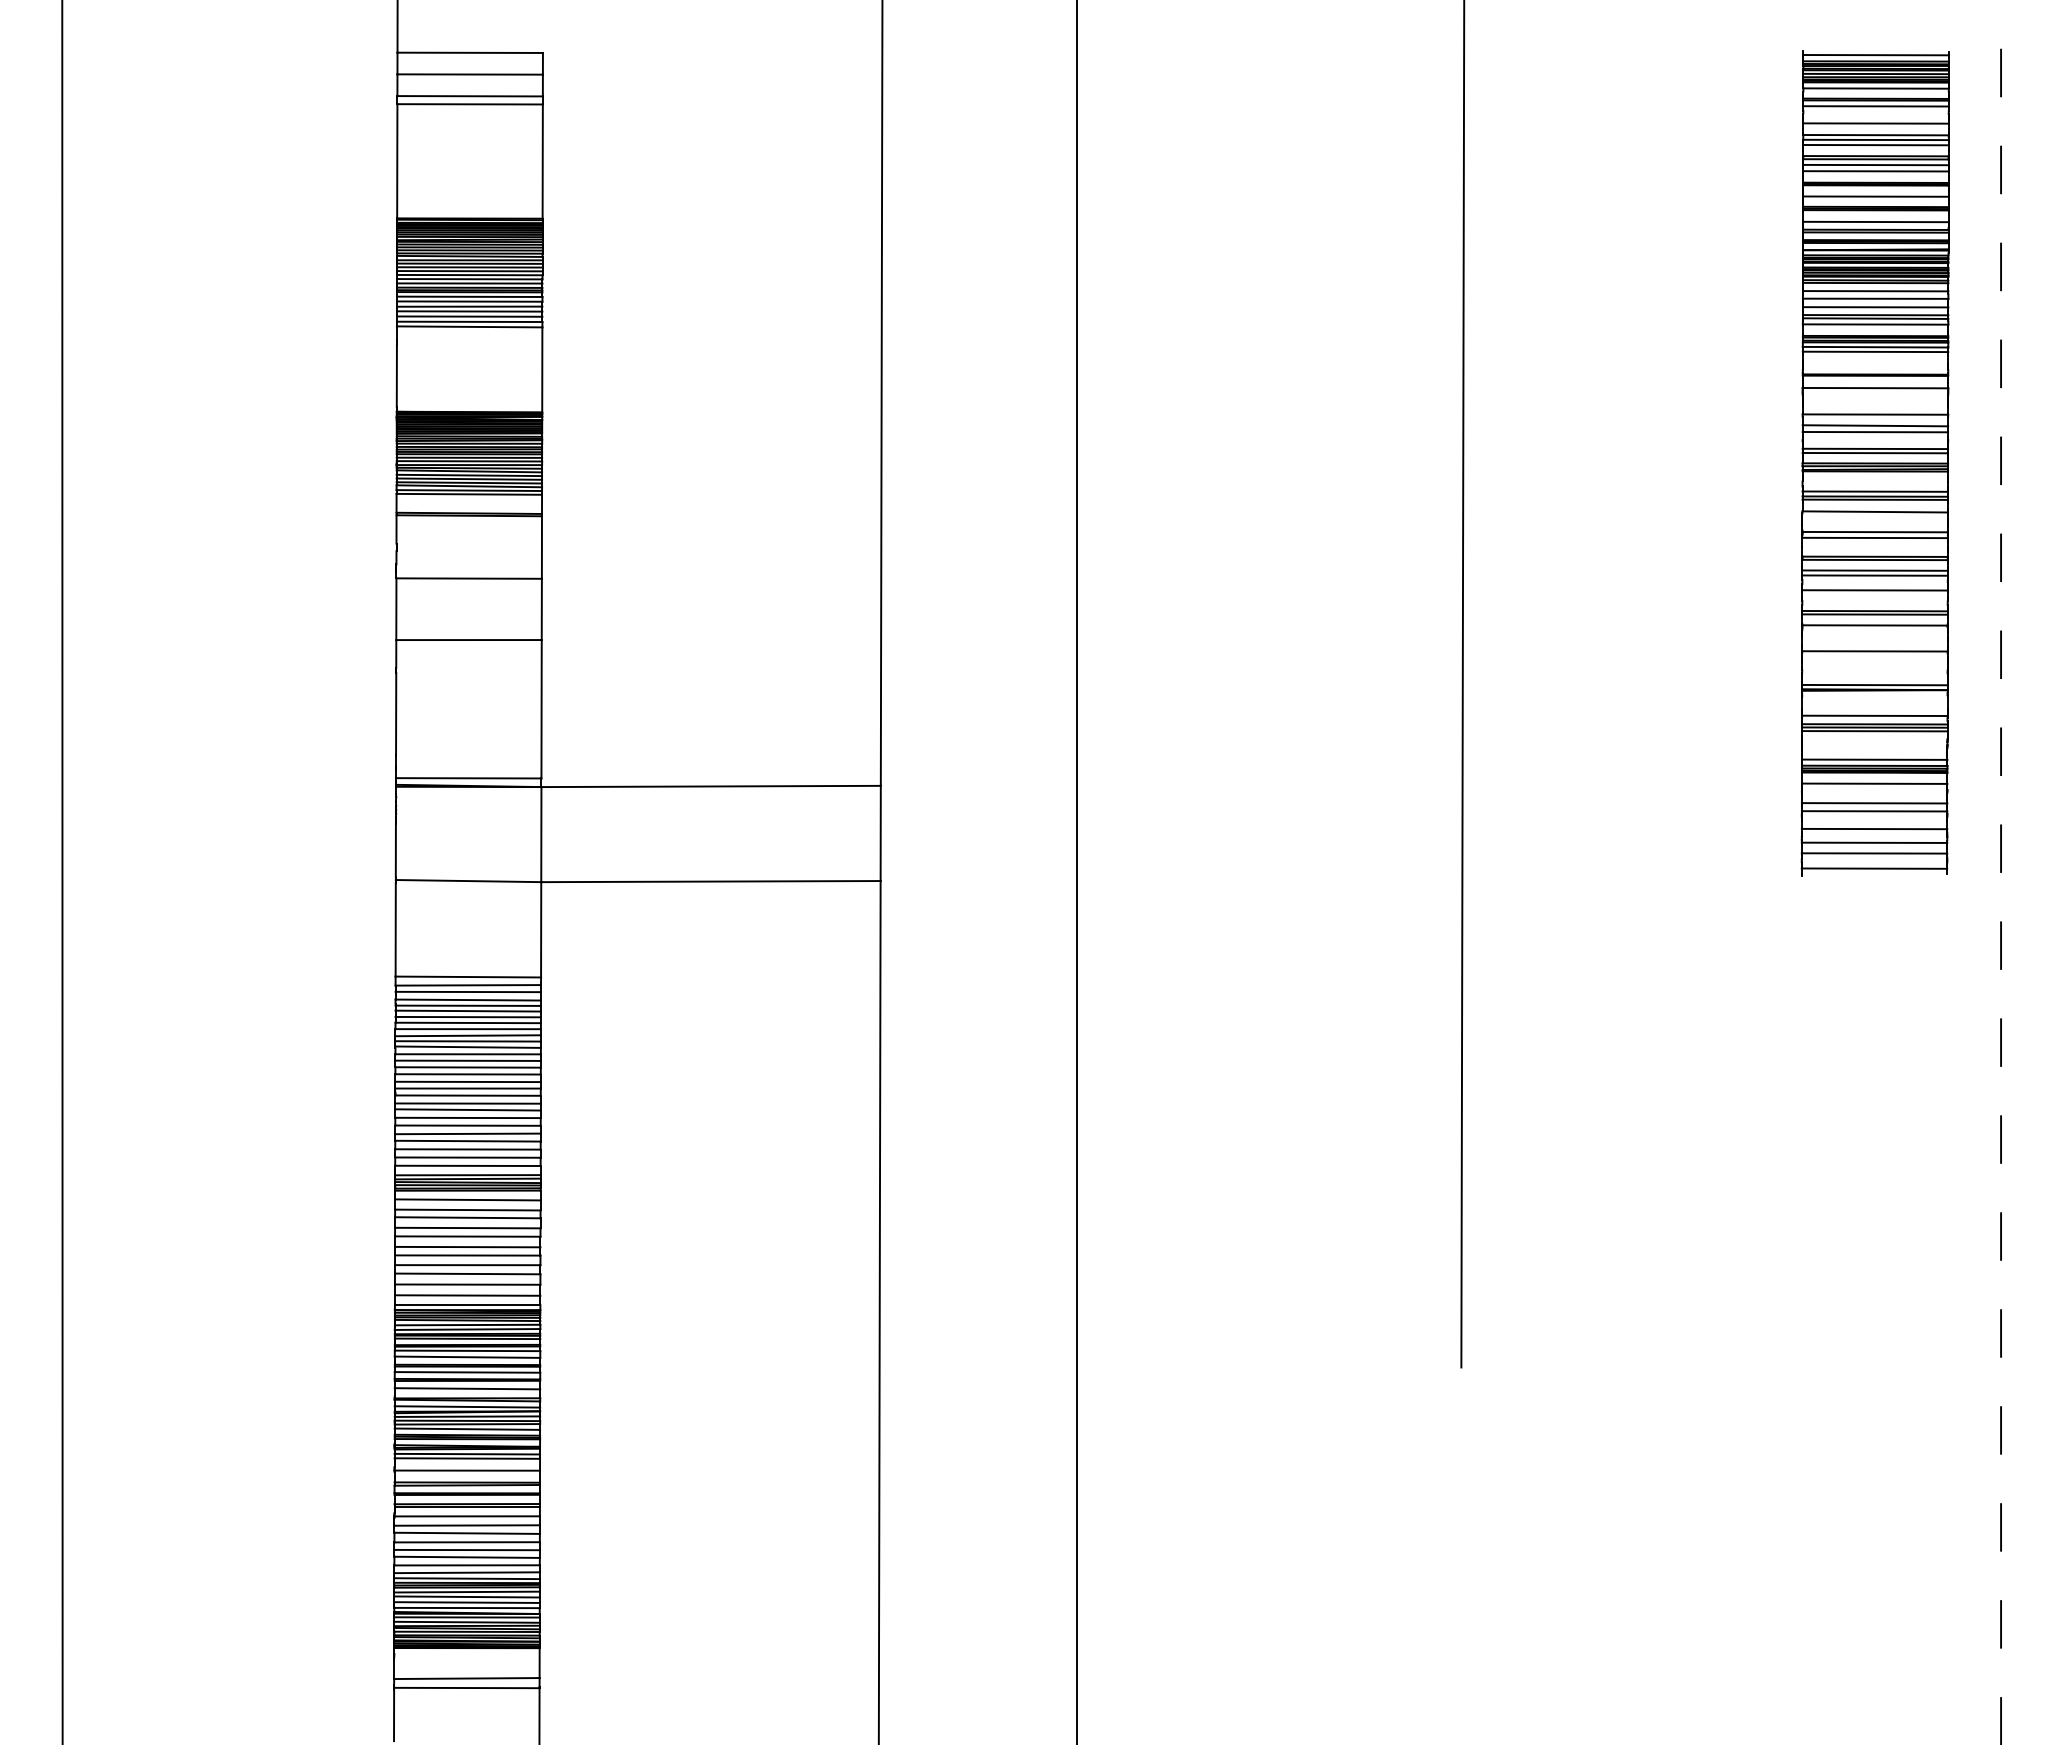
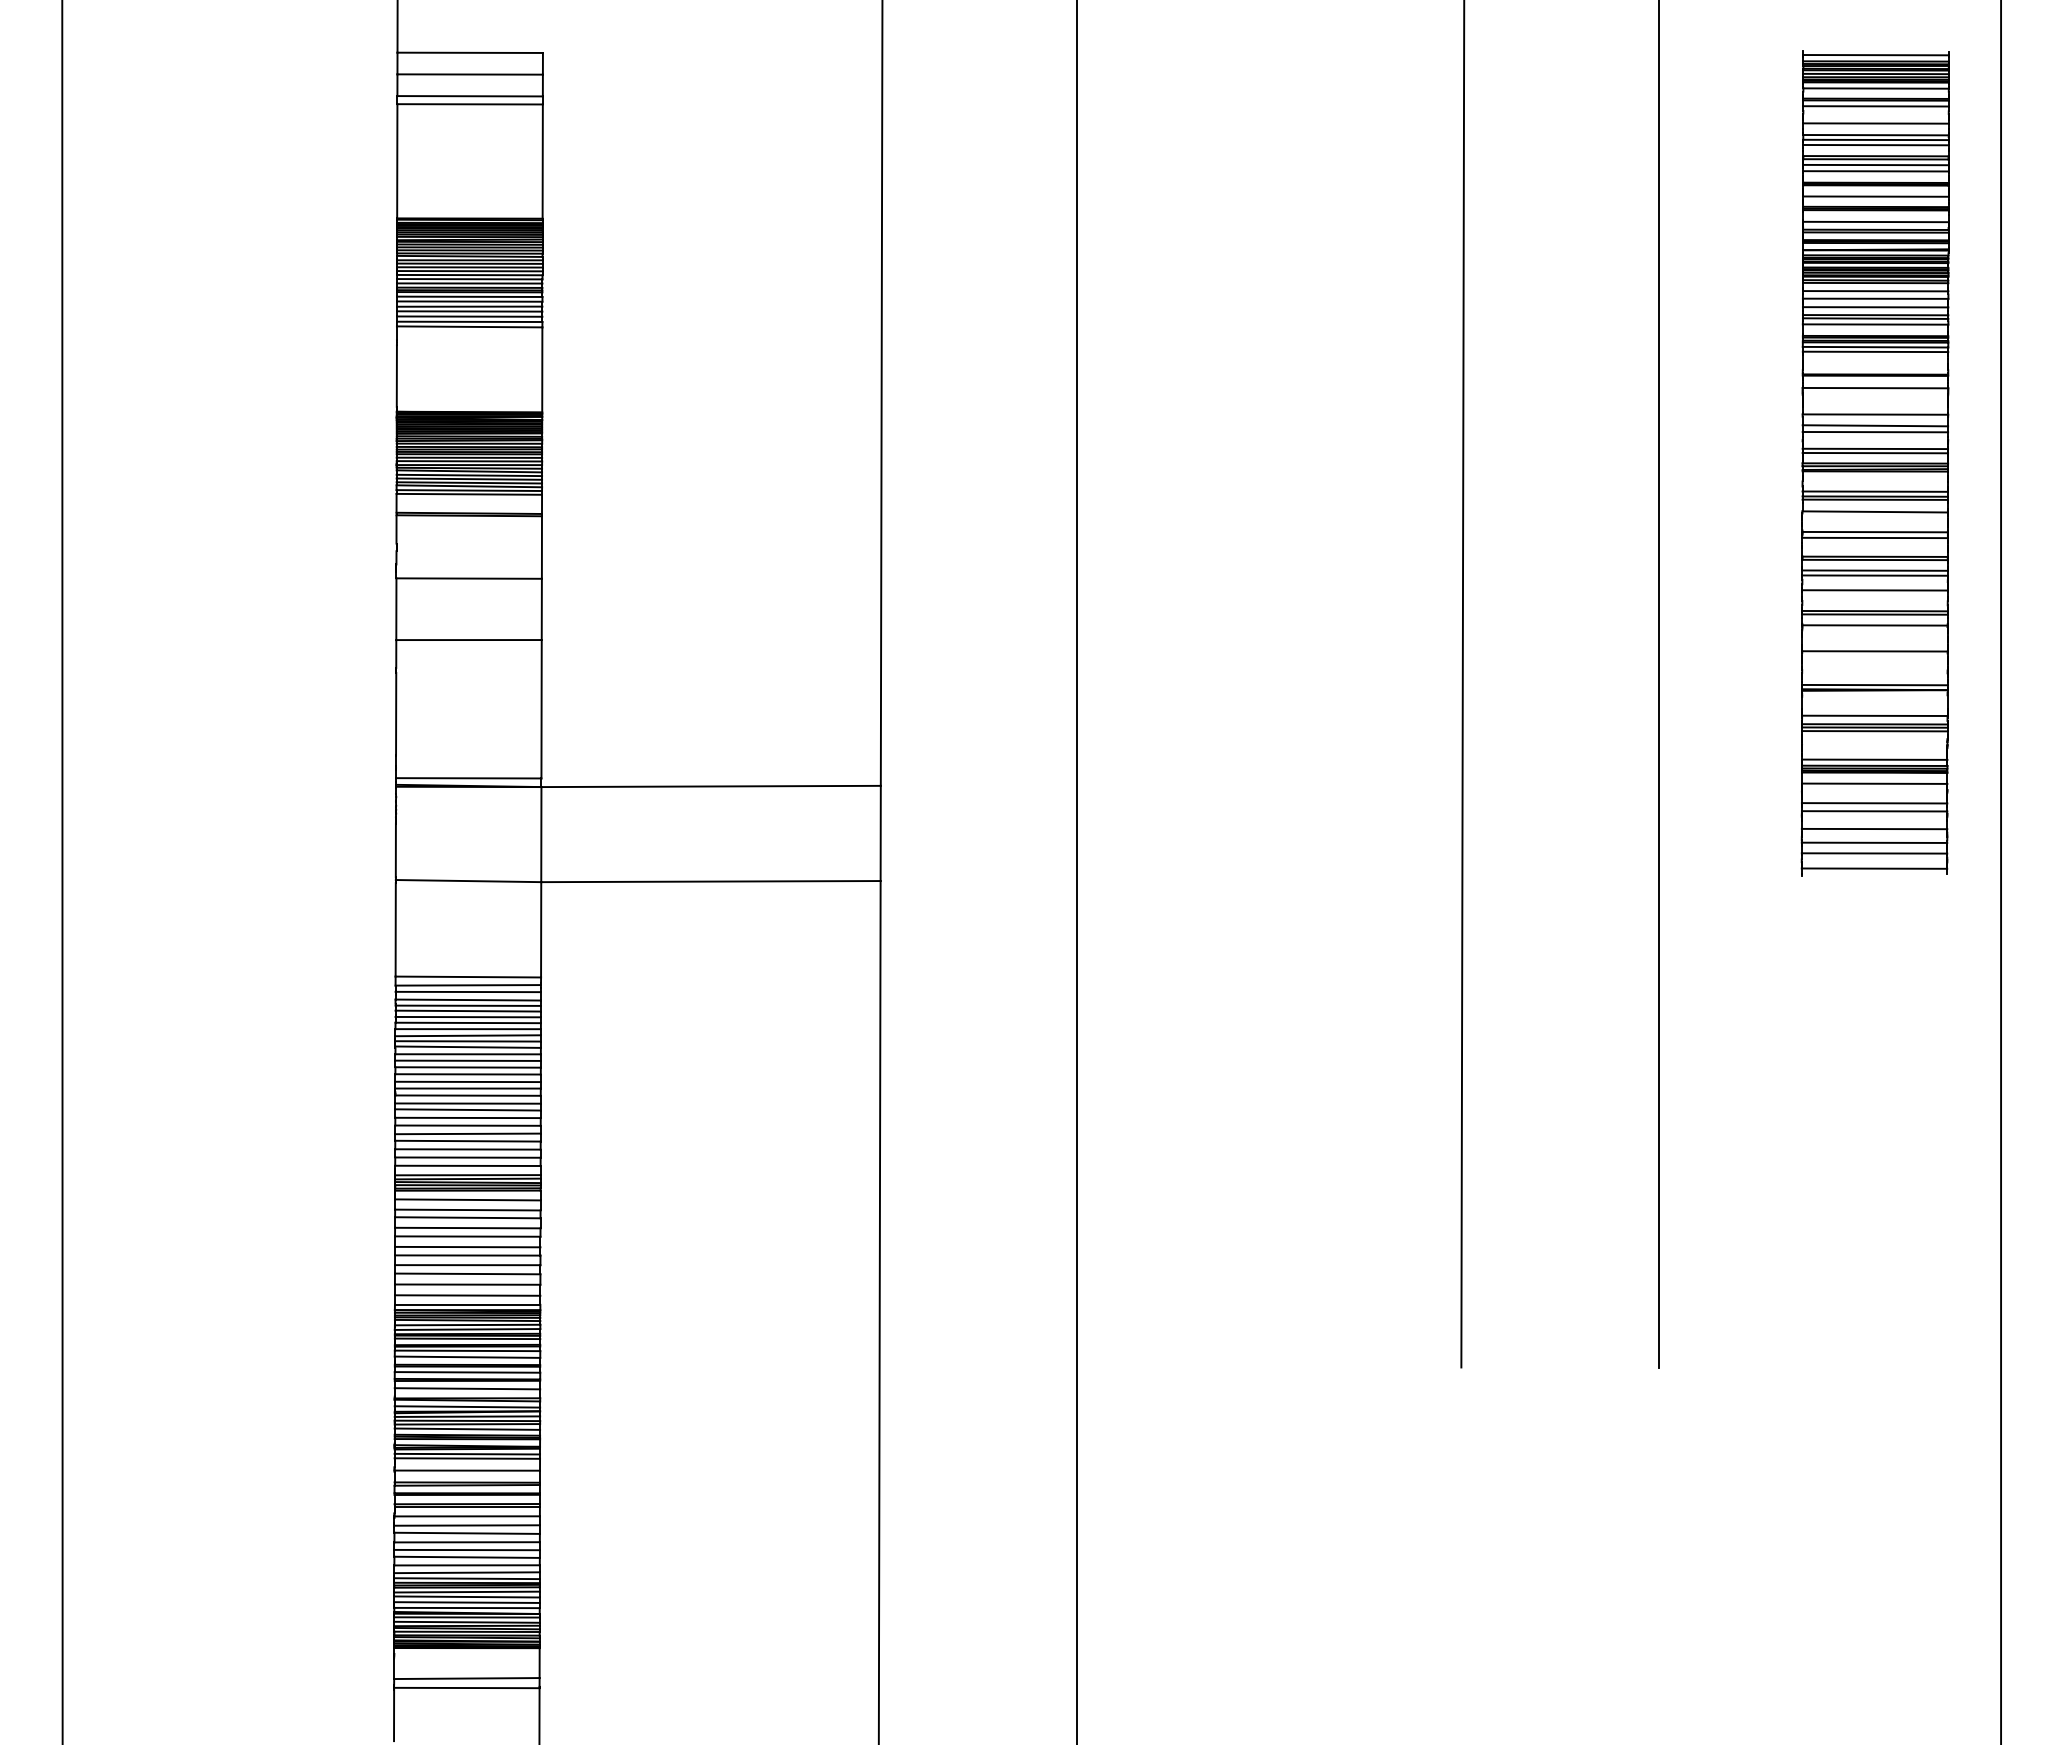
line at (1658, 684): none -> present
line at (2001, 872): dashed -> solid
